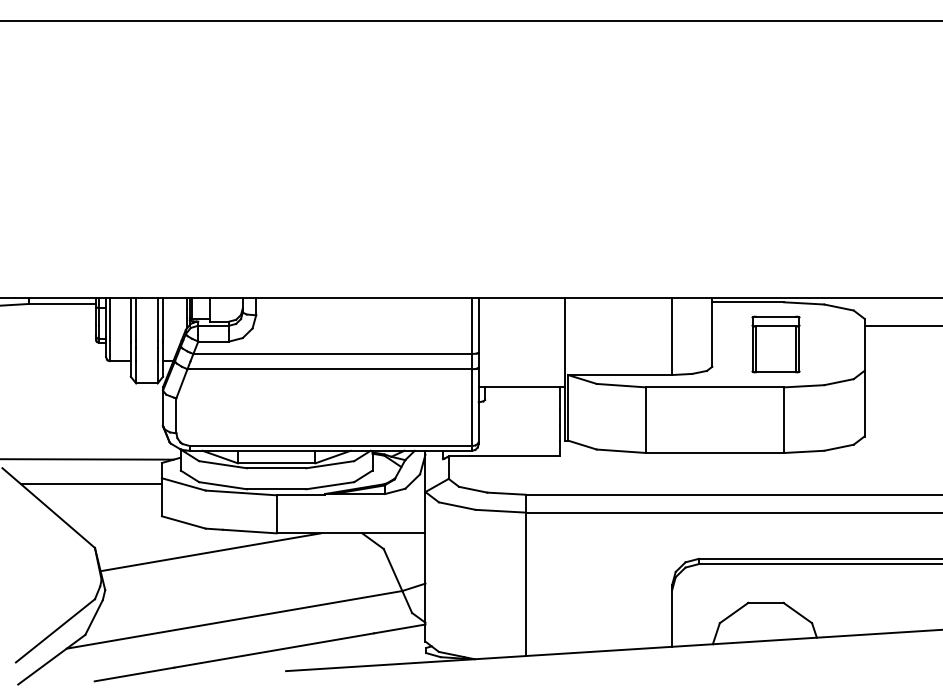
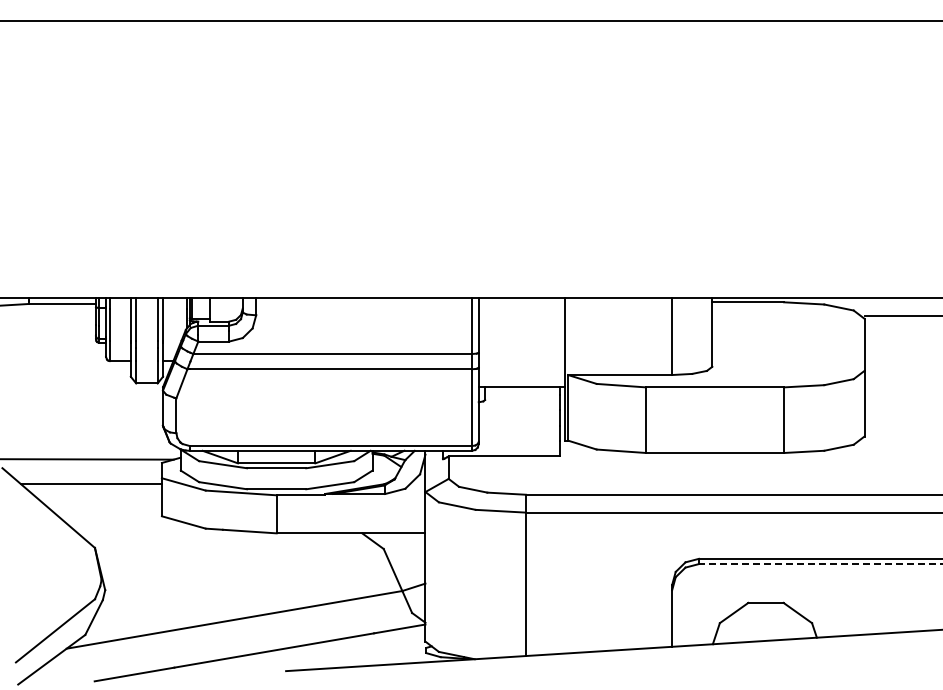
line at (901, 326) position: (901, 326) -> (901, 316)
part at (775, 344): present -> none
line at (210, 552): present -> none
line at (820, 564): solid -> dashed
